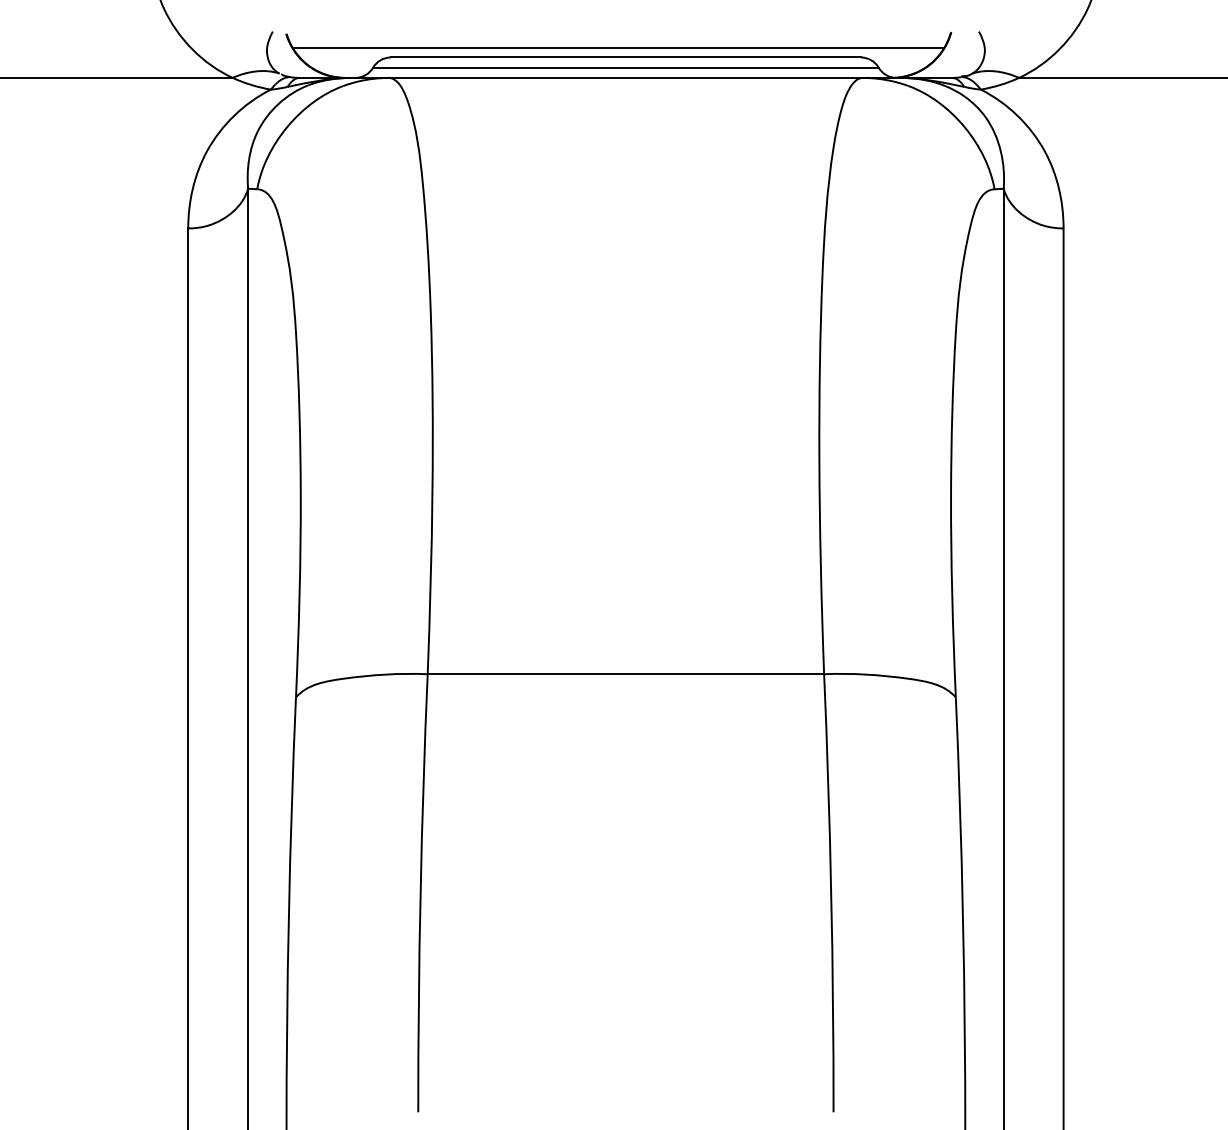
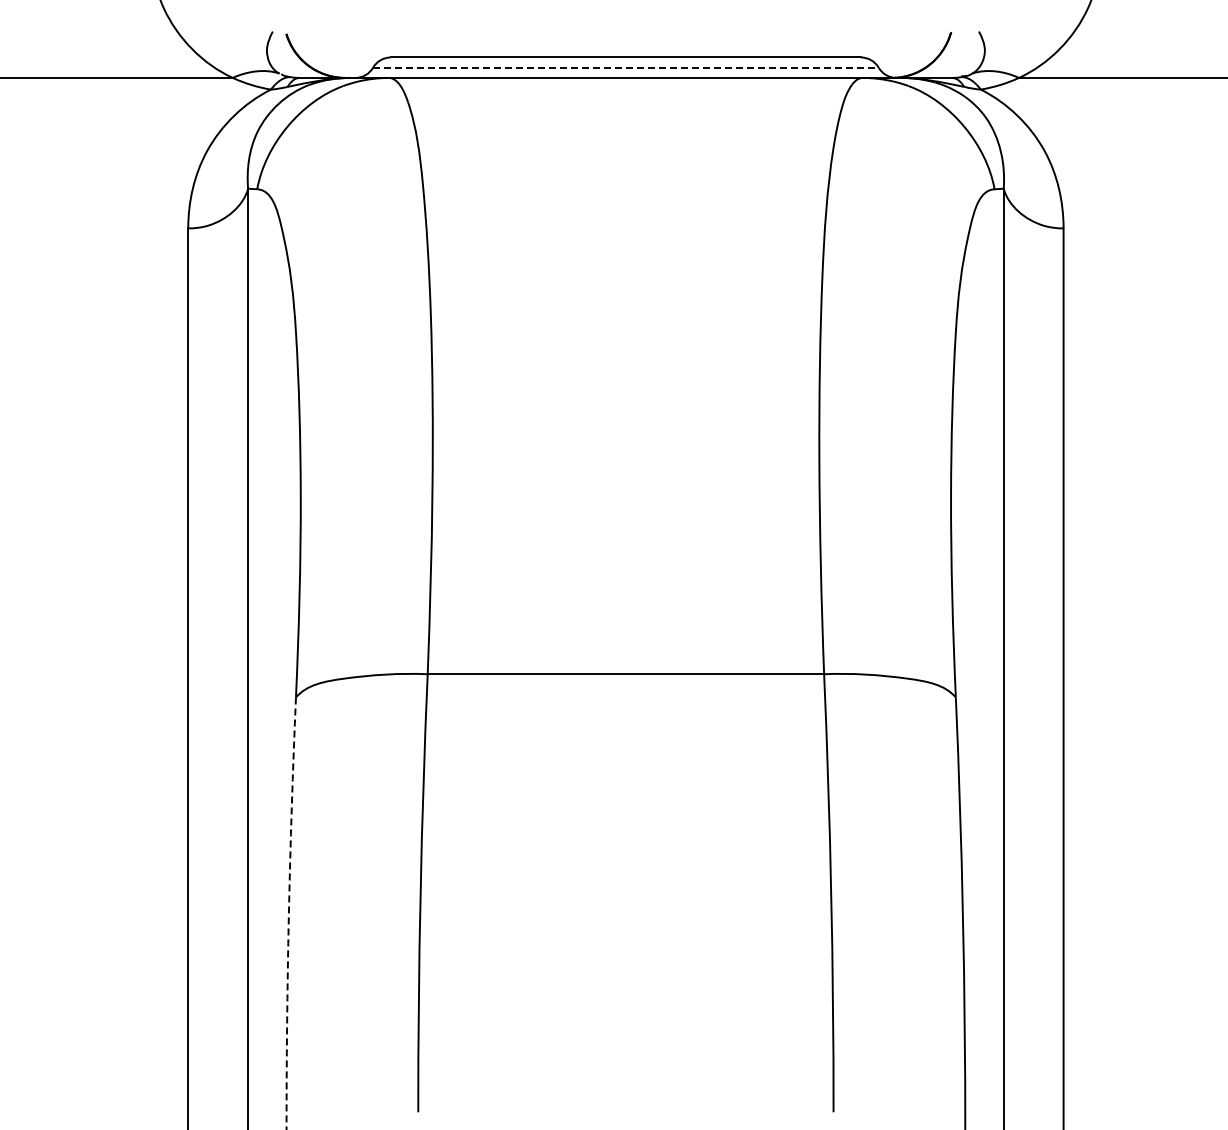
line at (618, 48): present -> none
line at (625, 67): solid -> dashed
arc at (288, 914): solid -> dashed
